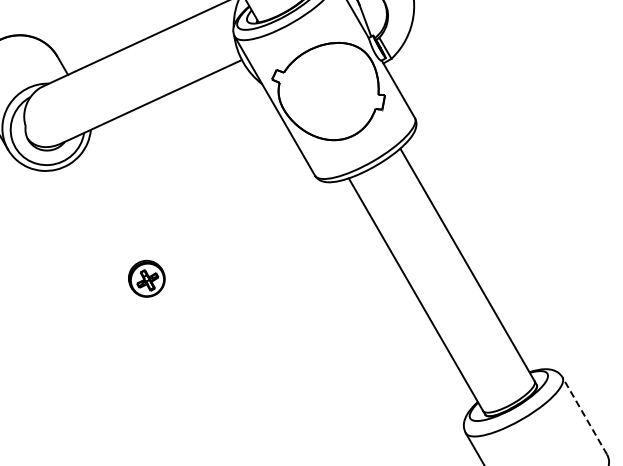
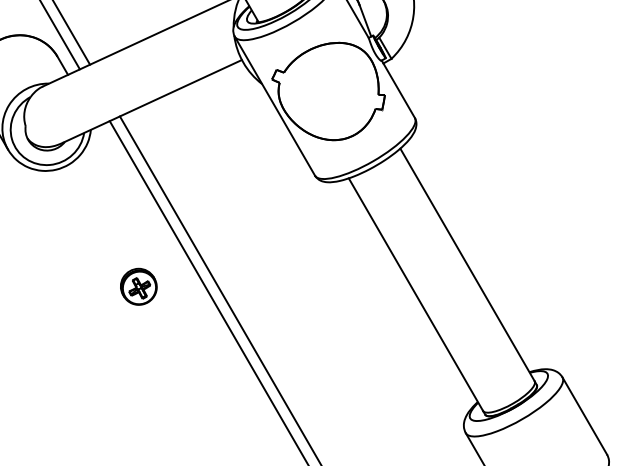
line at (72, 33): none -> present
line at (60, 35): none -> present
part at (146, 278) position: (146, 278) -> (138, 286)
line at (219, 289): none -> present
line at (207, 291): none -> present
line at (584, 416): dashed -> solid
